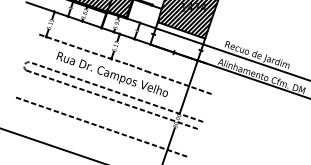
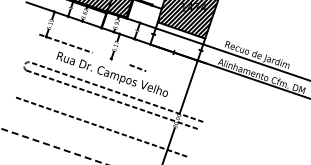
line at (110, 58): present -> none
line at (179, 82): present -> none
line at (54, 146): solid -> dashed
